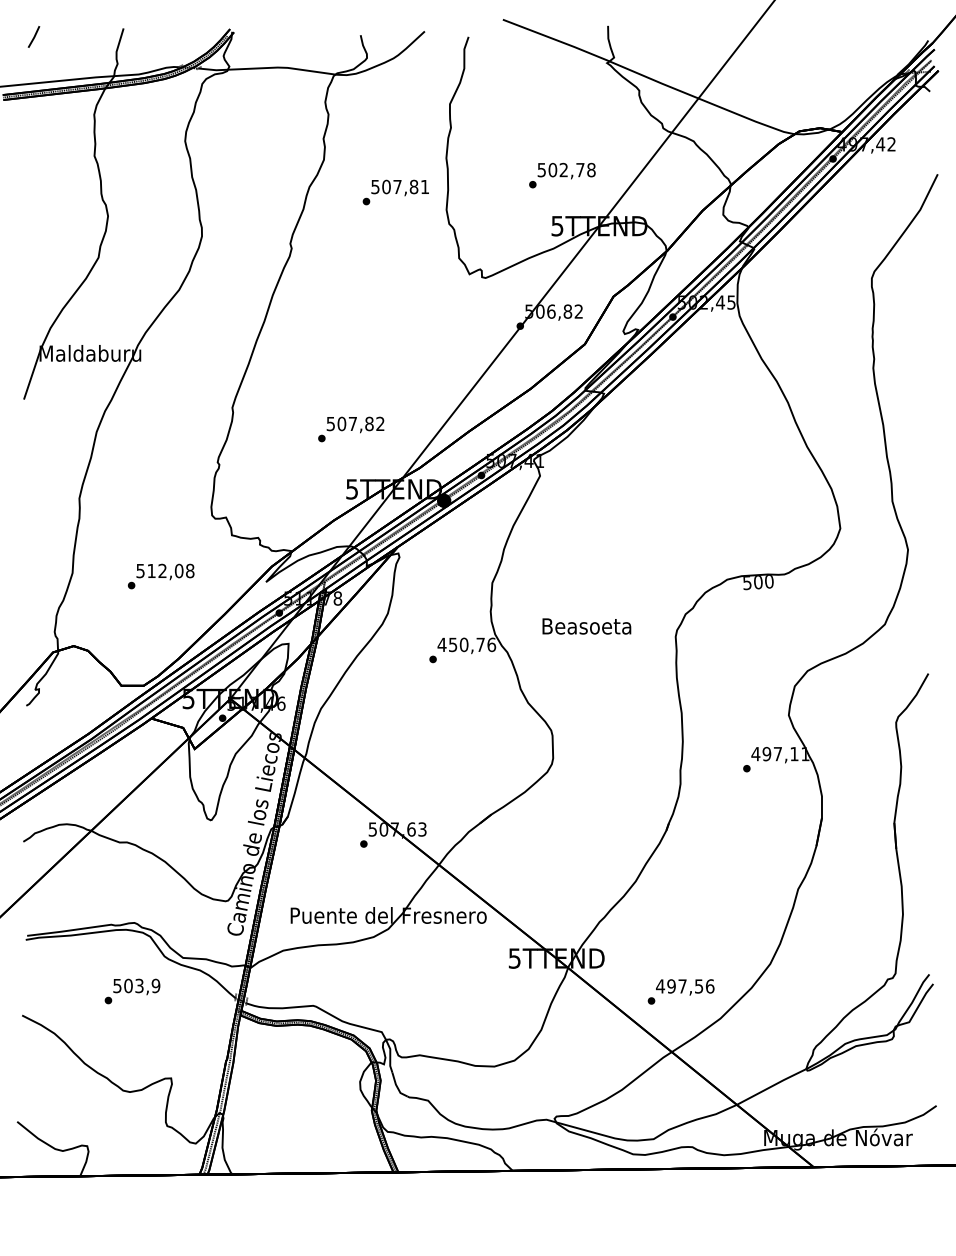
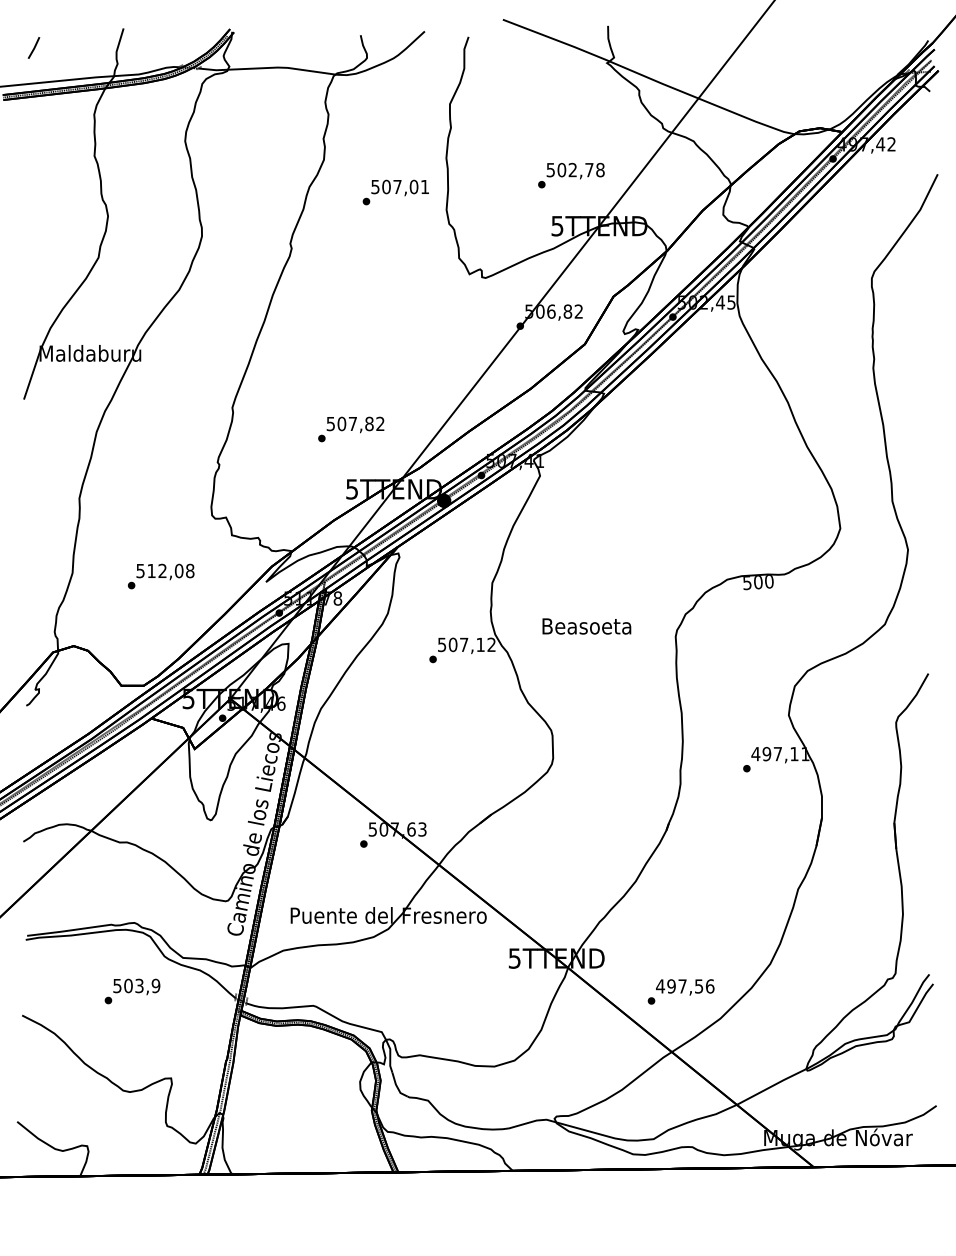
line at (33, 36) position: (33, 36) -> (33, 47)
text at (562, 175) position: (562, 175) -> (571, 175)
text at (413, 186): 507,81 -> 507,01
text at (466, 644): 450,76 -> 507,12
